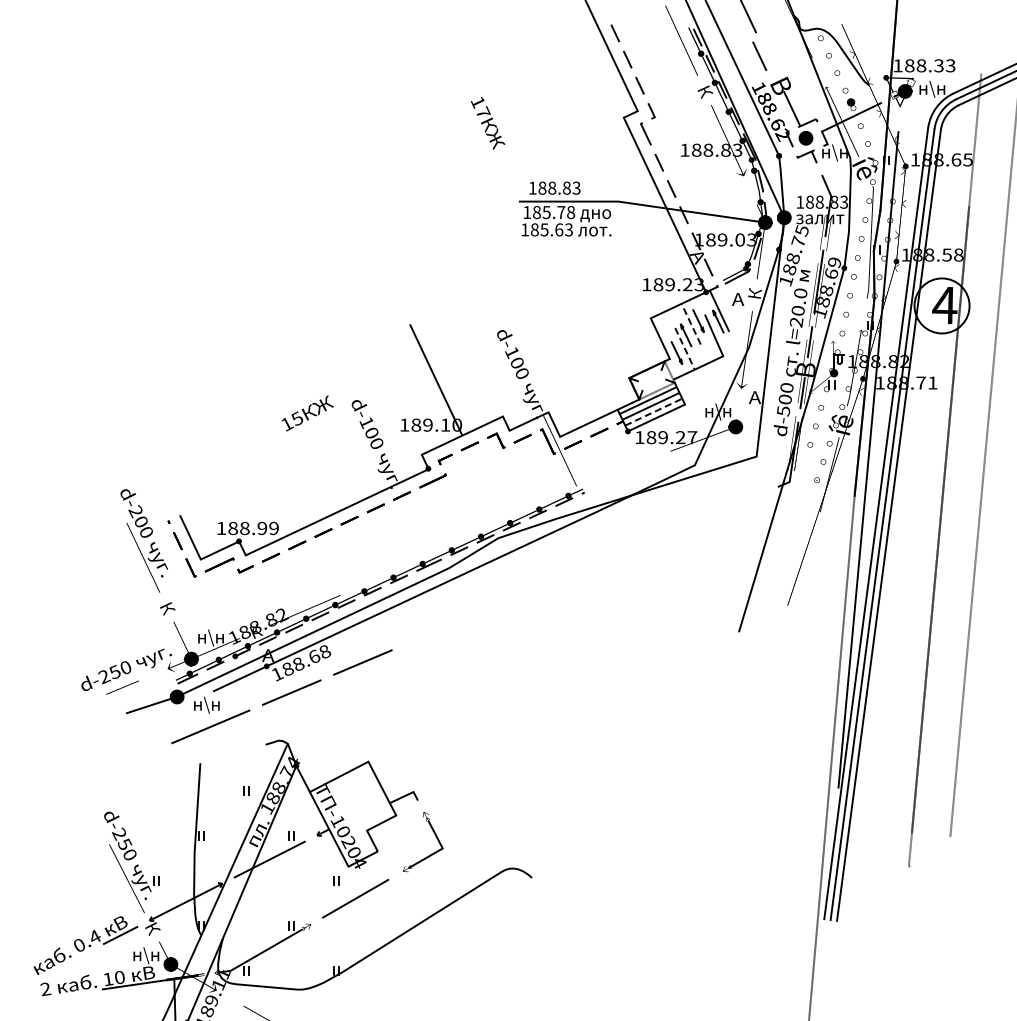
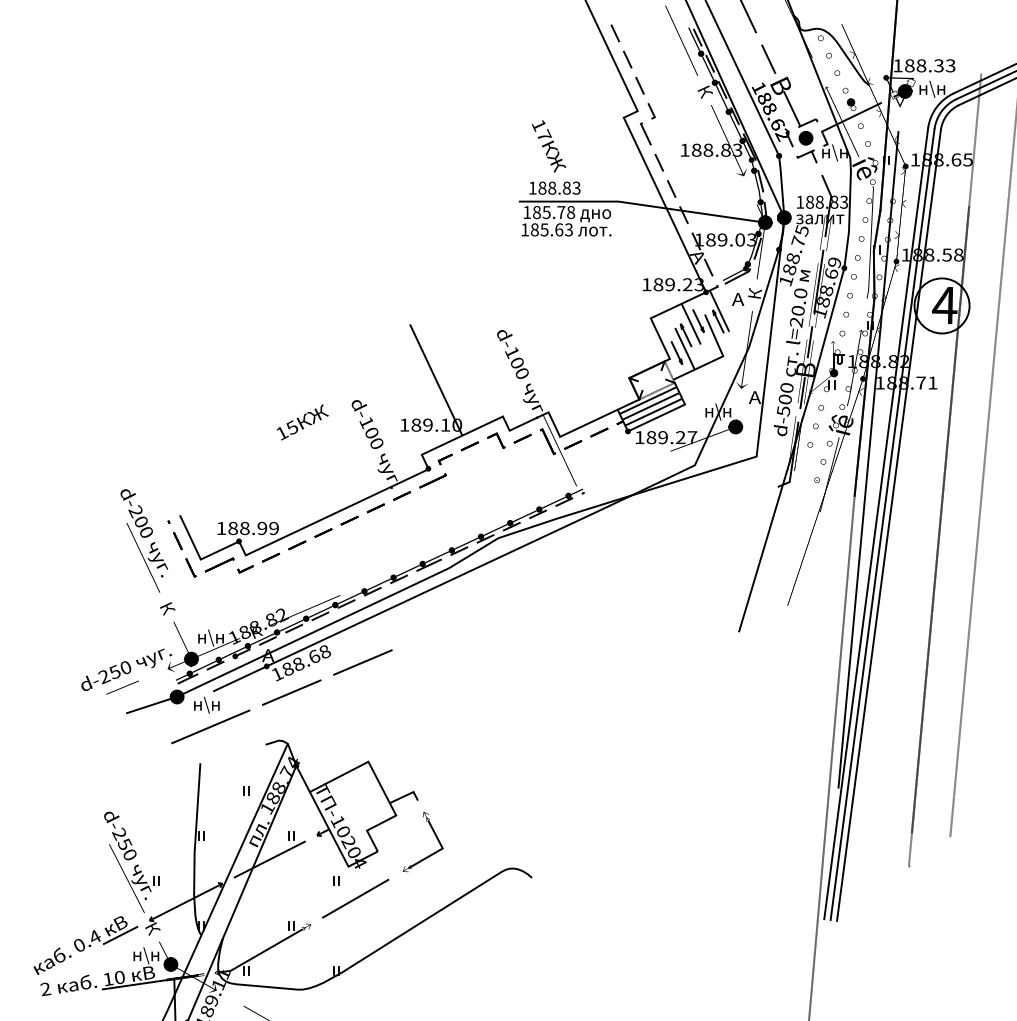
line at (759, 55) position: (759, 55) -> (768, 58)
text at (488, 123) position: (488, 123) -> (549, 146)
line at (691, 324): dashed -> solid
line at (685, 348): dashed -> solid
line at (653, 412): dashed -> solid
text at (307, 413) position: (307, 413) -> (302, 422)
